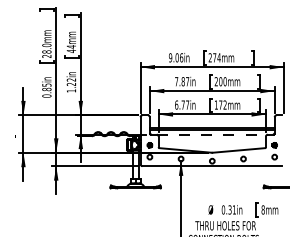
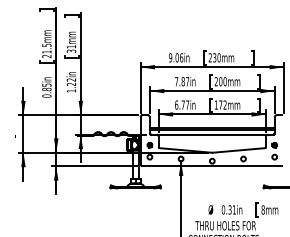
text at (46, 48): 28.0mm -> 21.5mm
text at (71, 49): 44mm -> 31mm
text at (216, 57): 274mm -> 230mm
line at (212, 134): dashed -> solid
